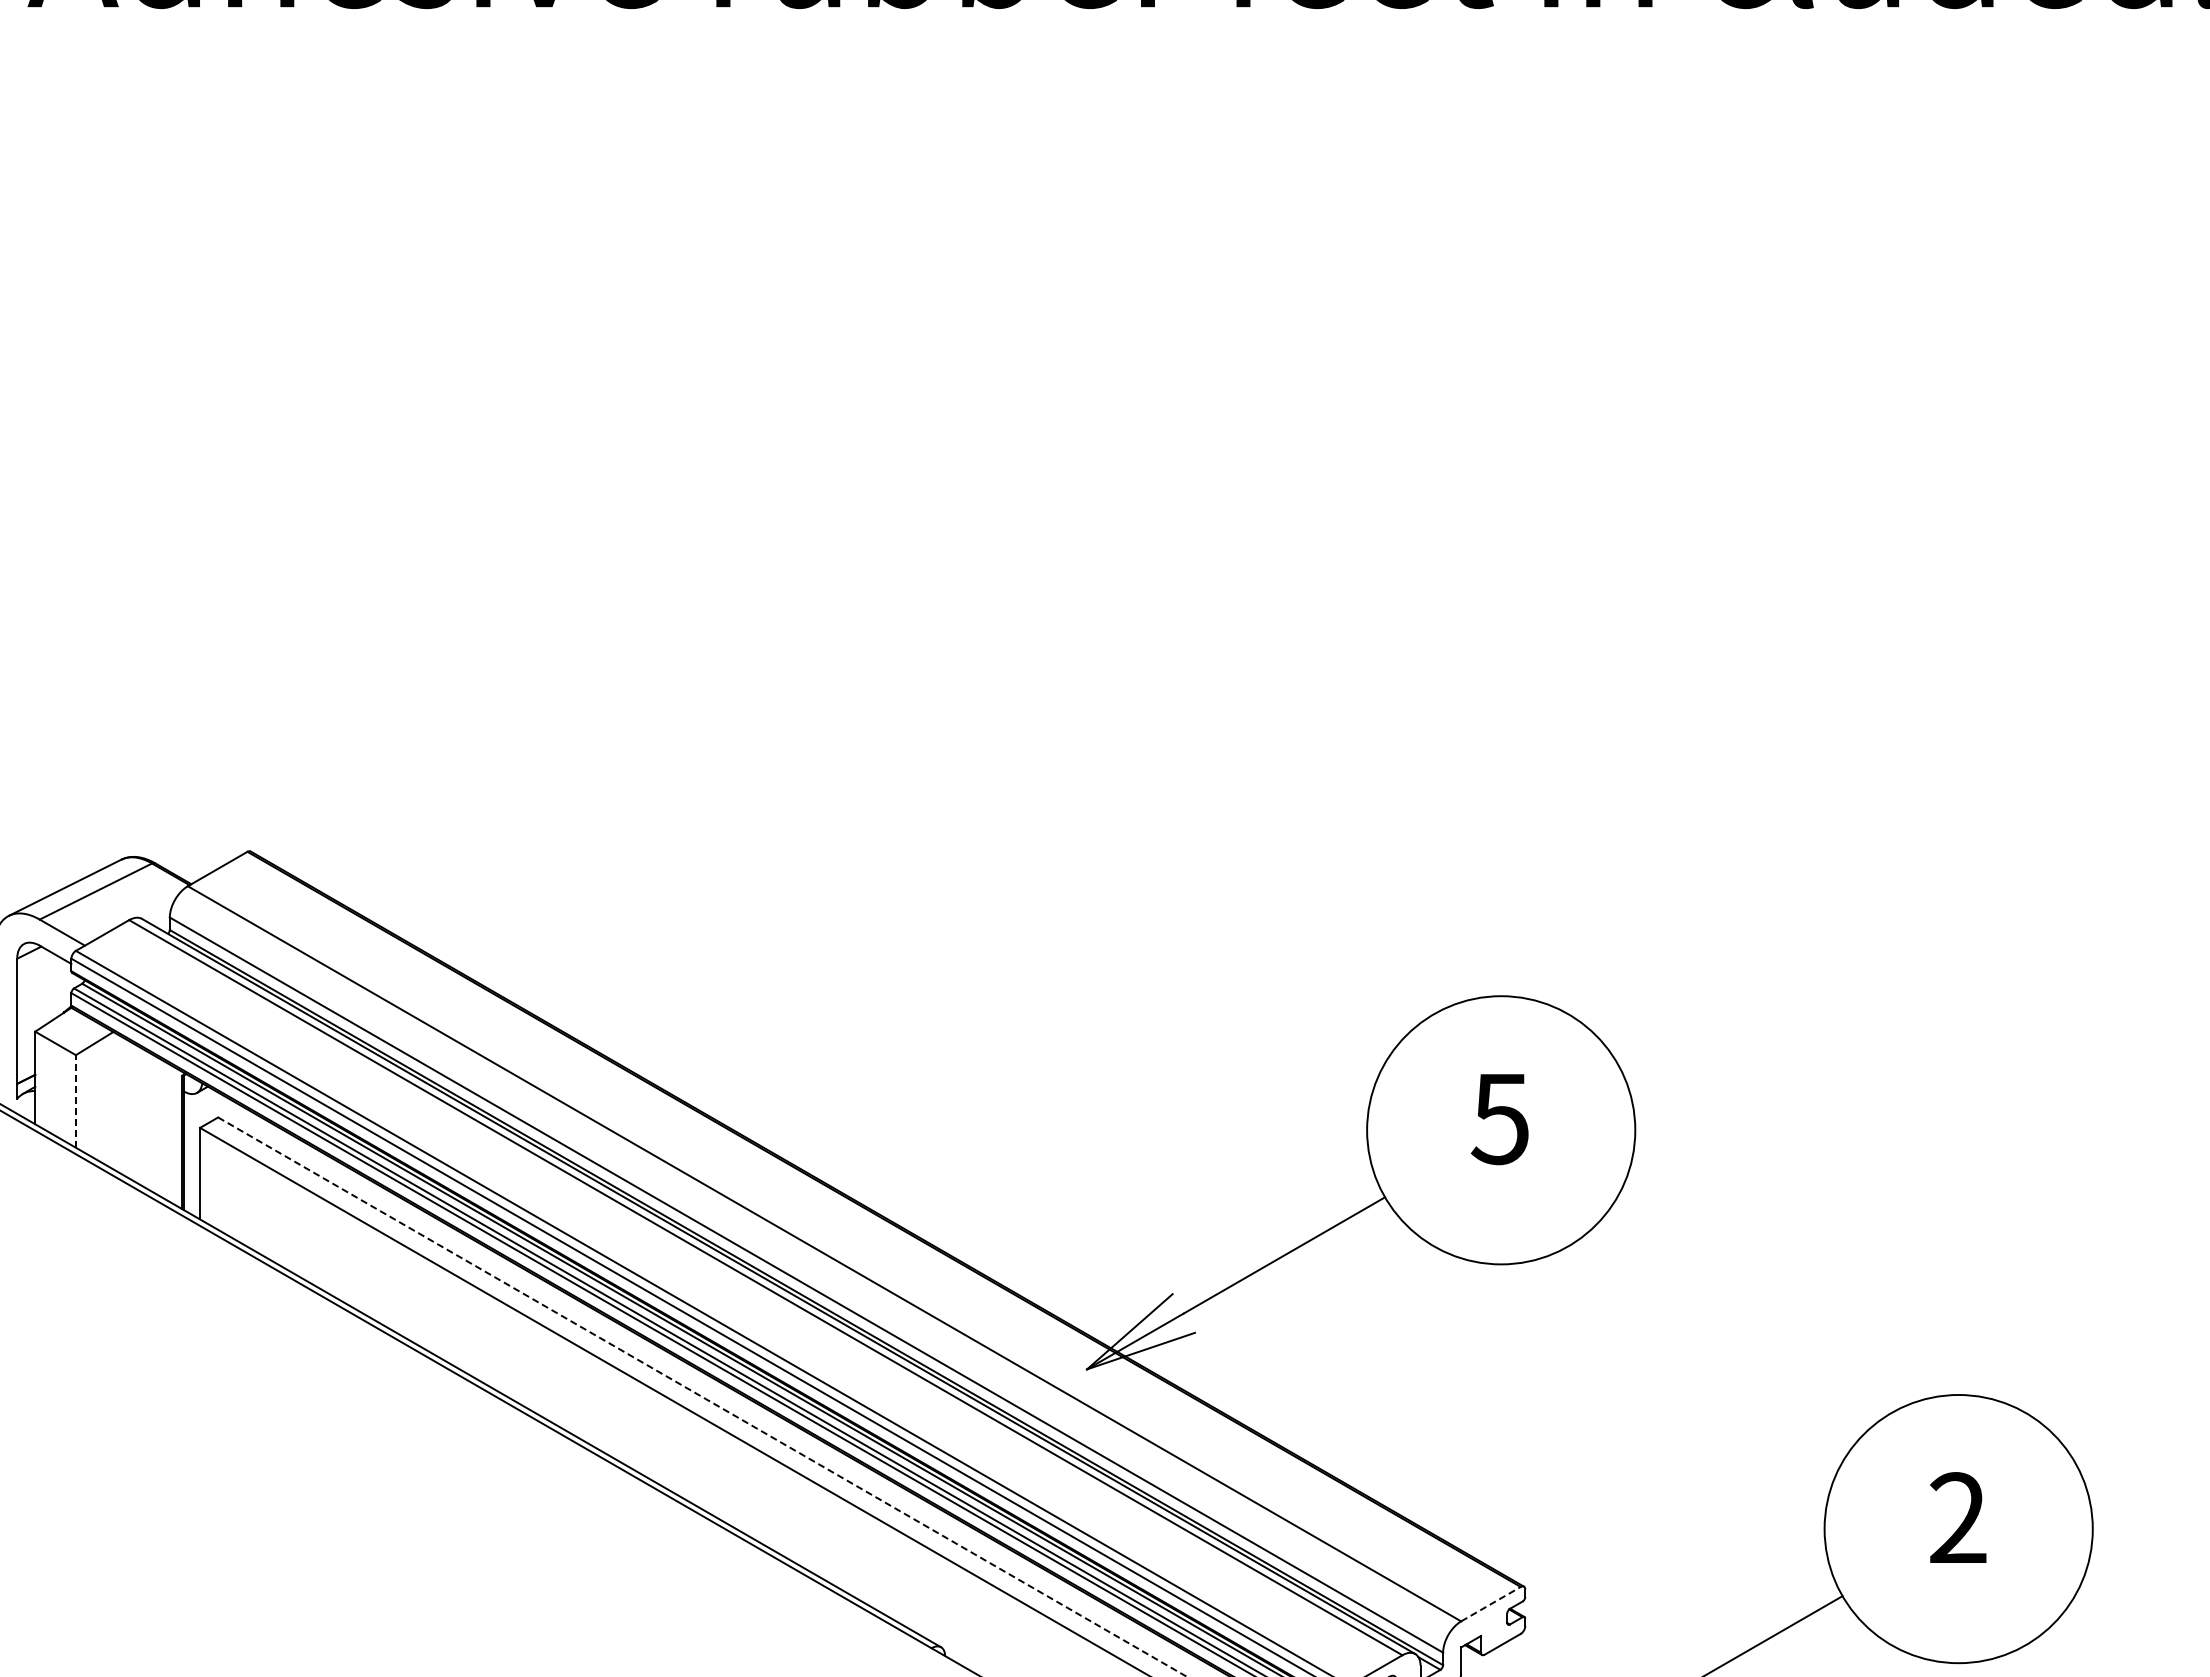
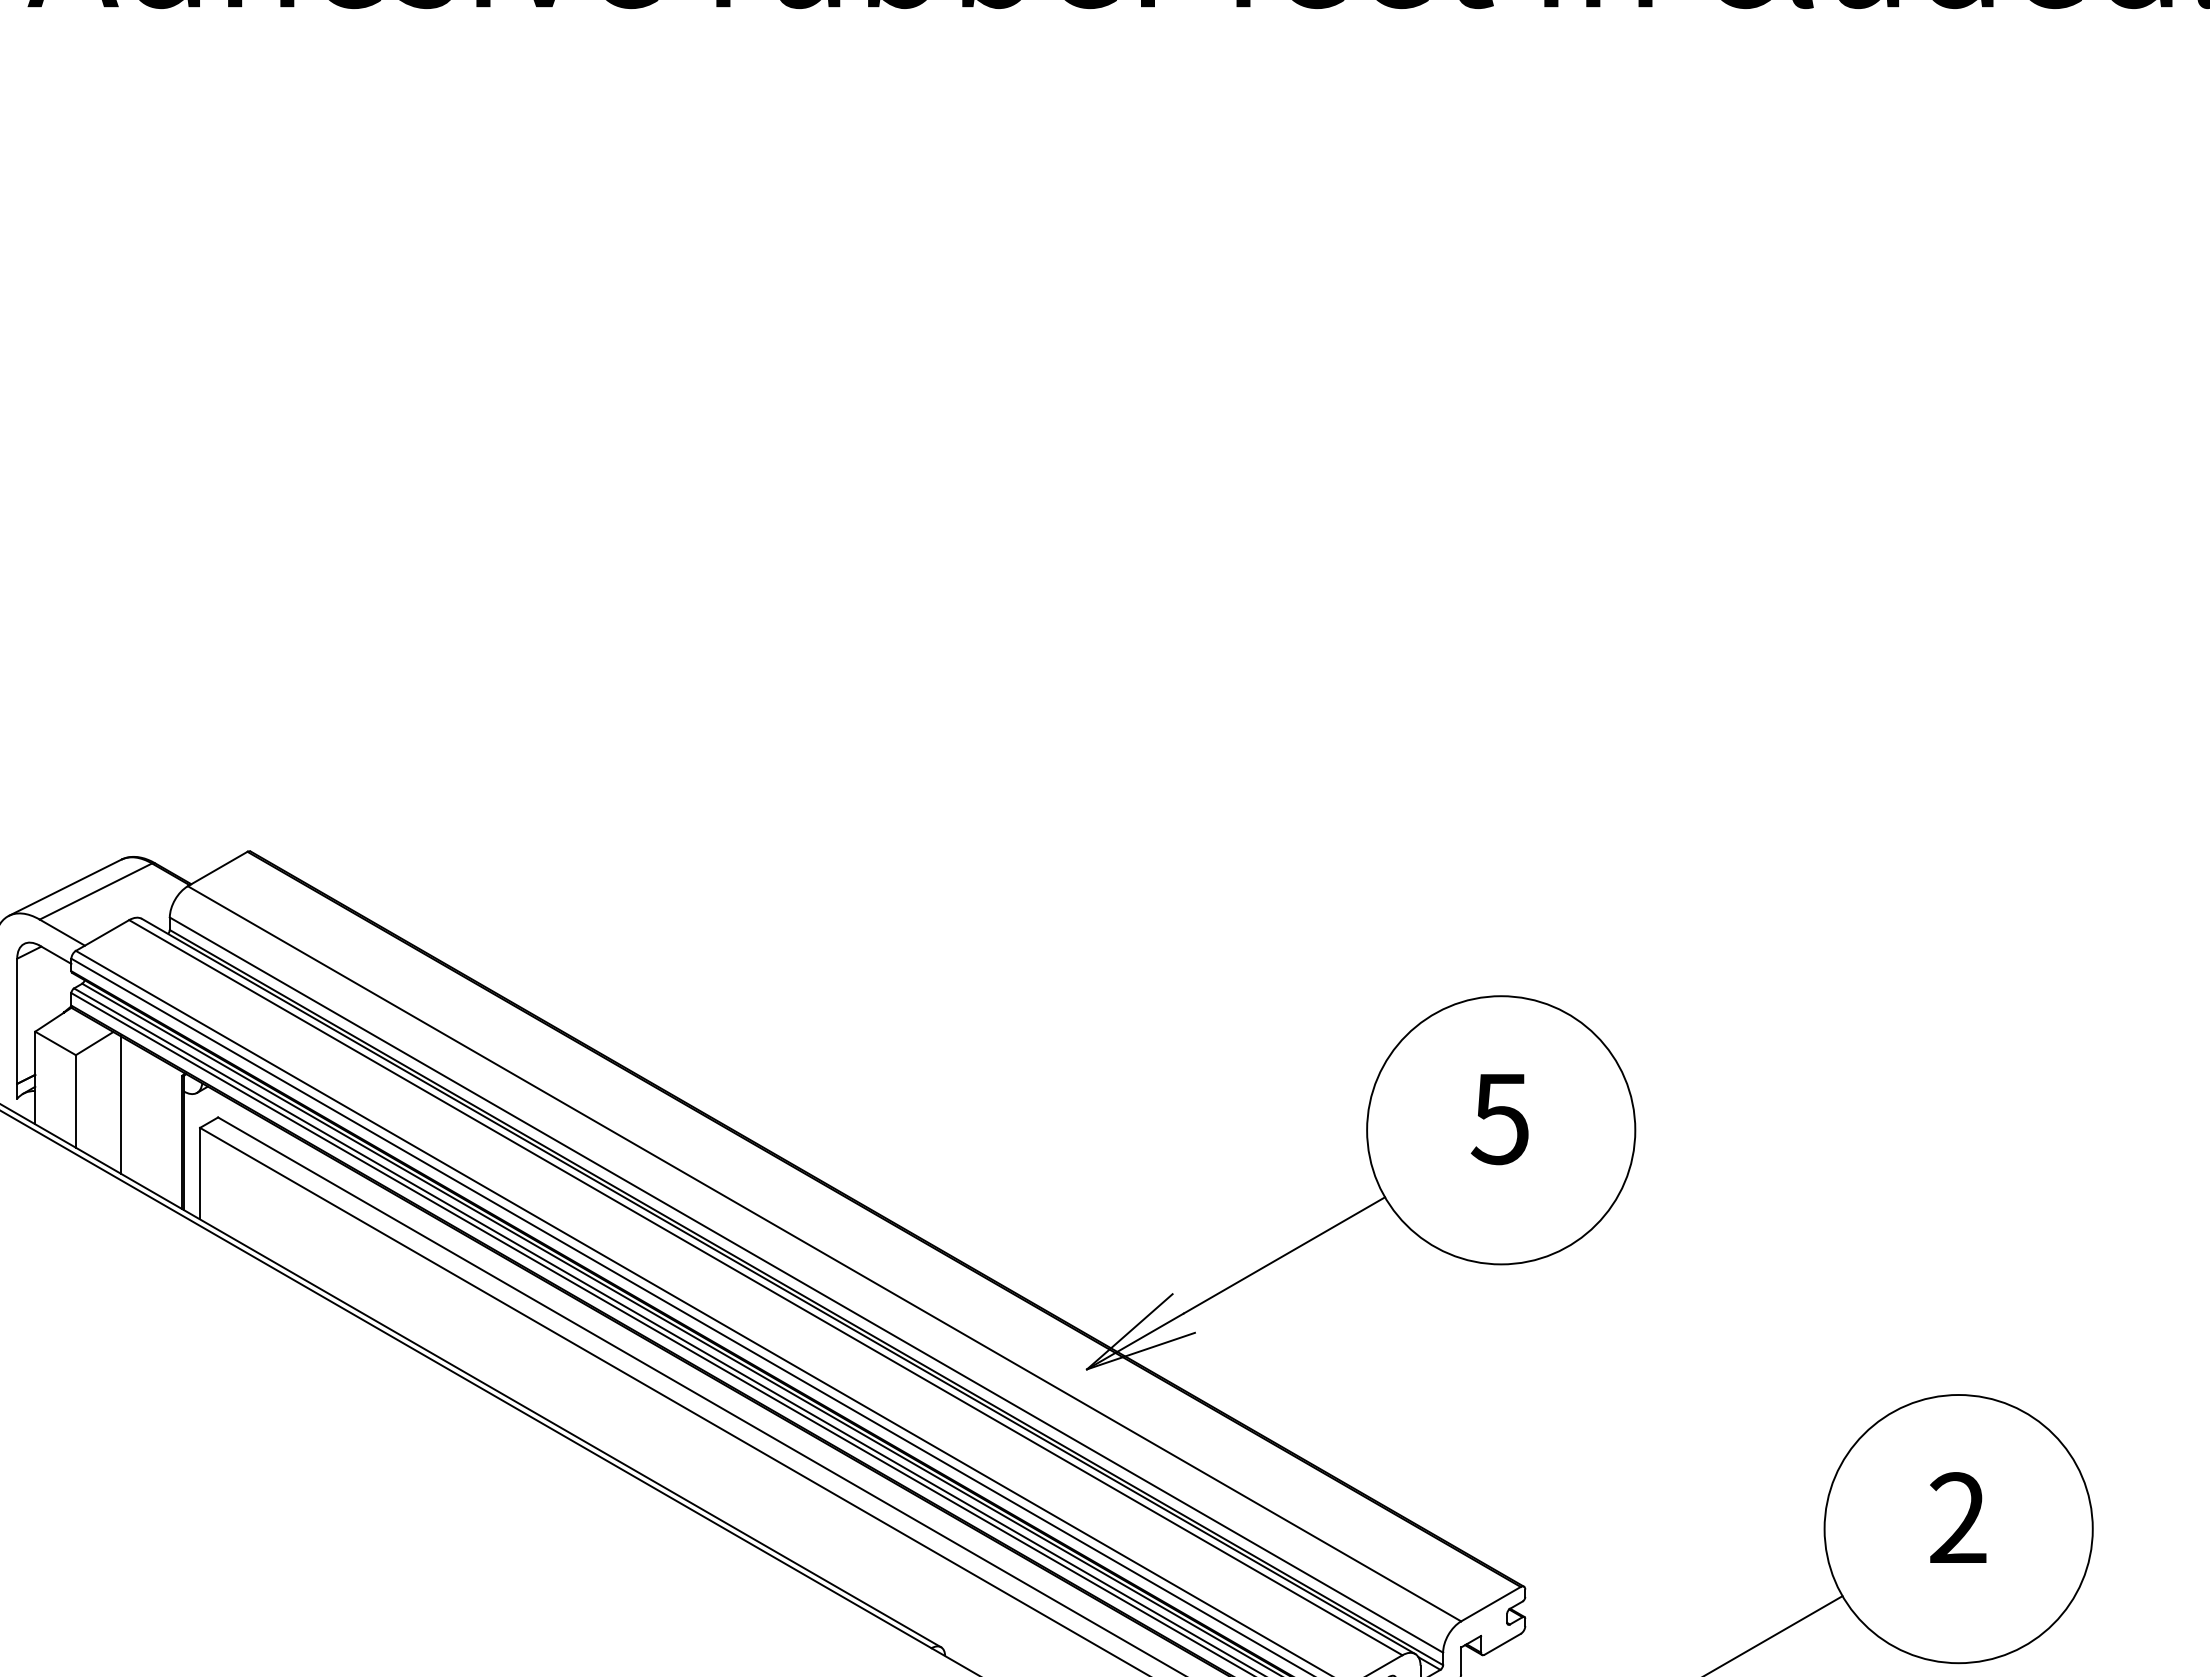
line at (75, 1100): dashed -> solid
line at (121, 1104): none -> present
line at (702, 1397): dashed -> solid
line at (1491, 1603): dashed -> solid
